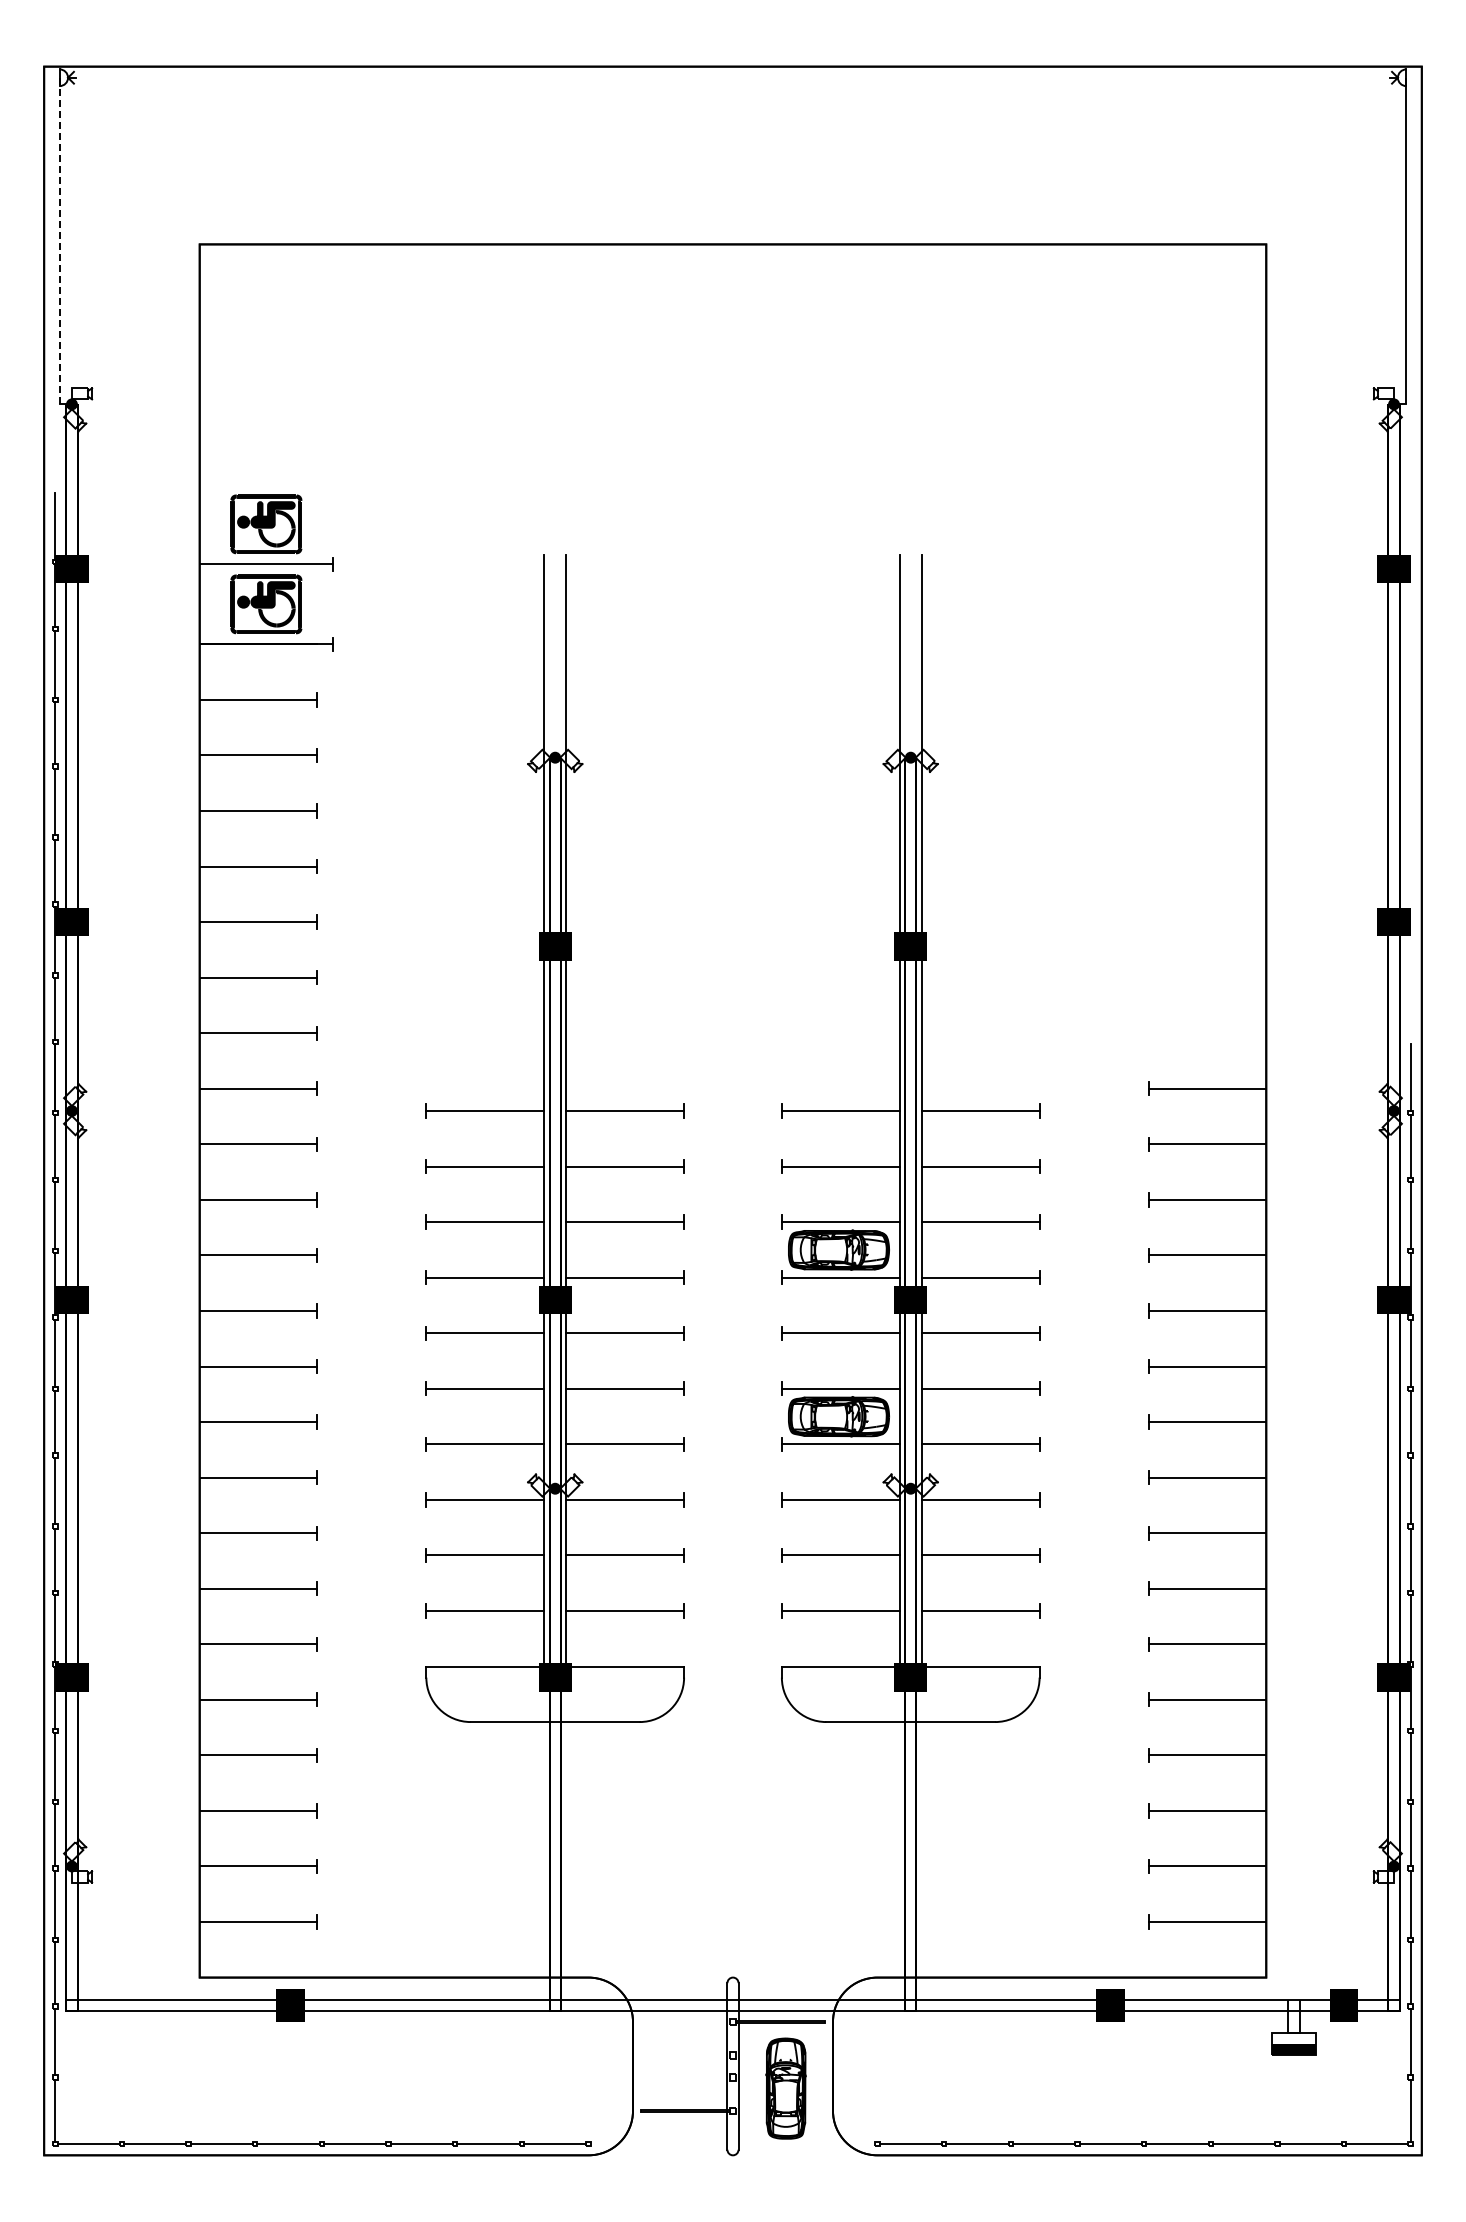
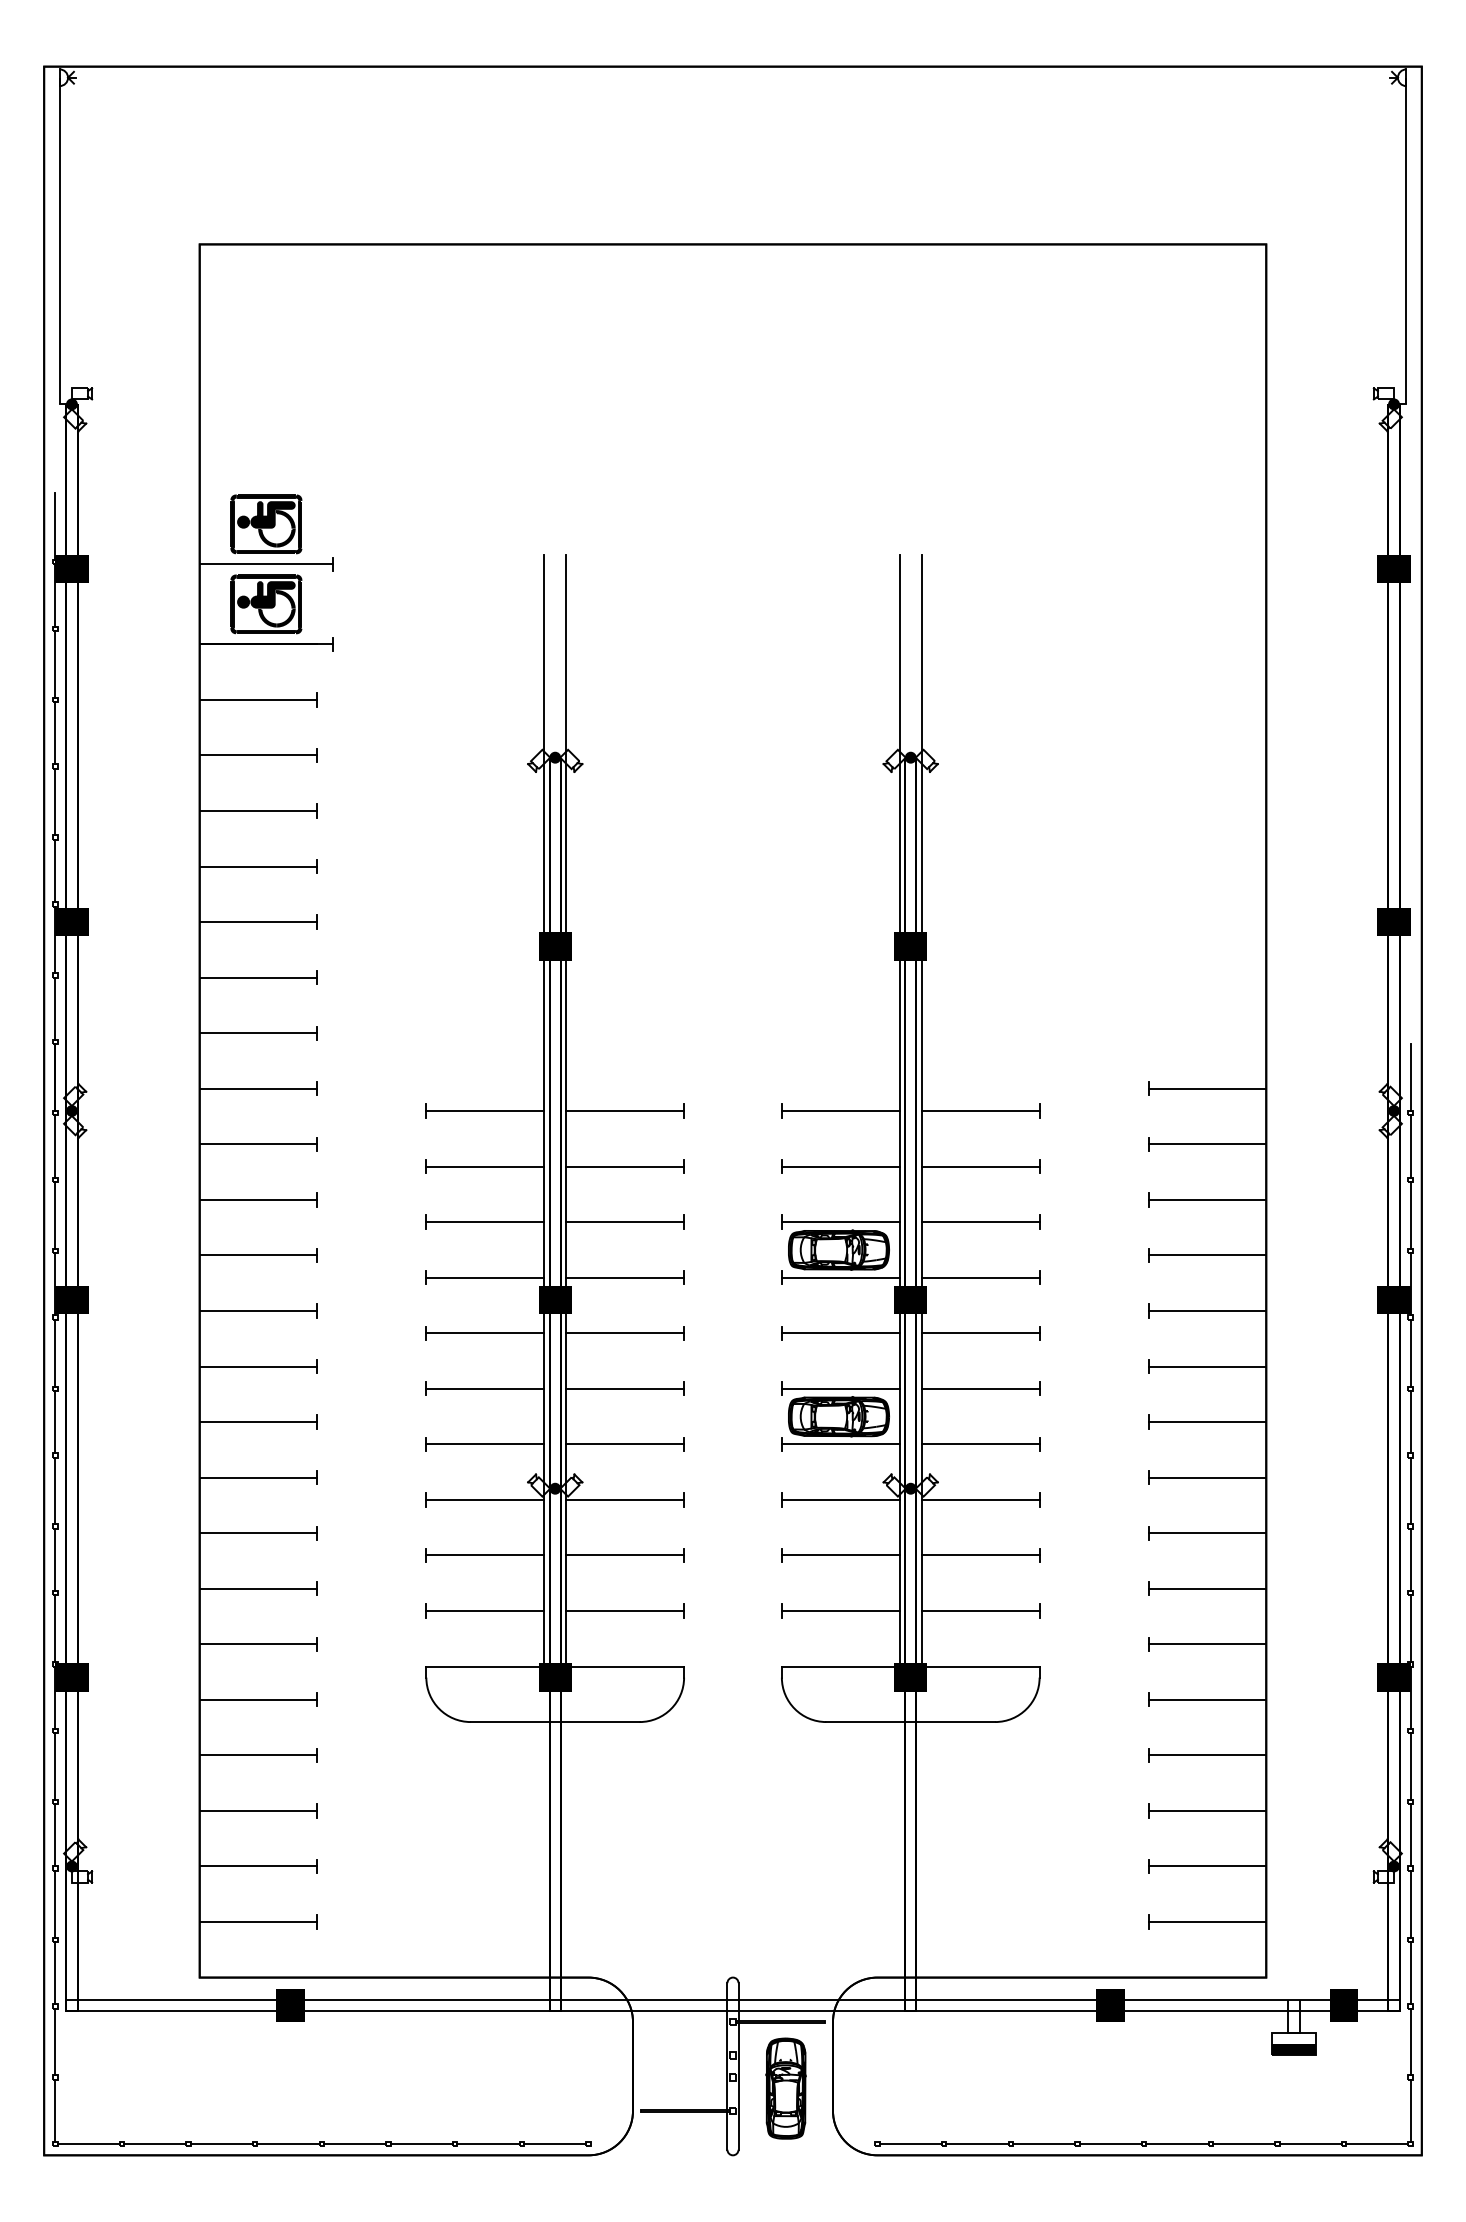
line at (59, 241): dashed -> solid
